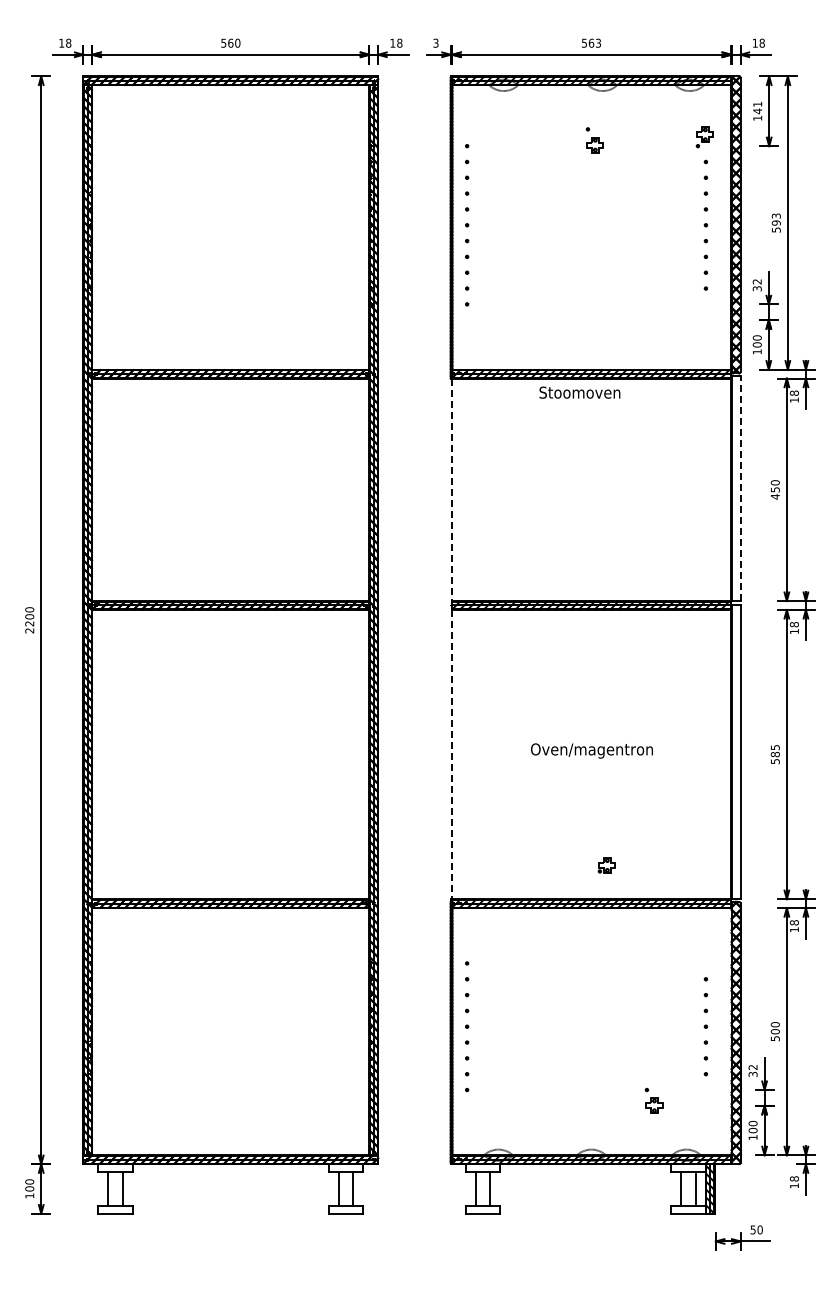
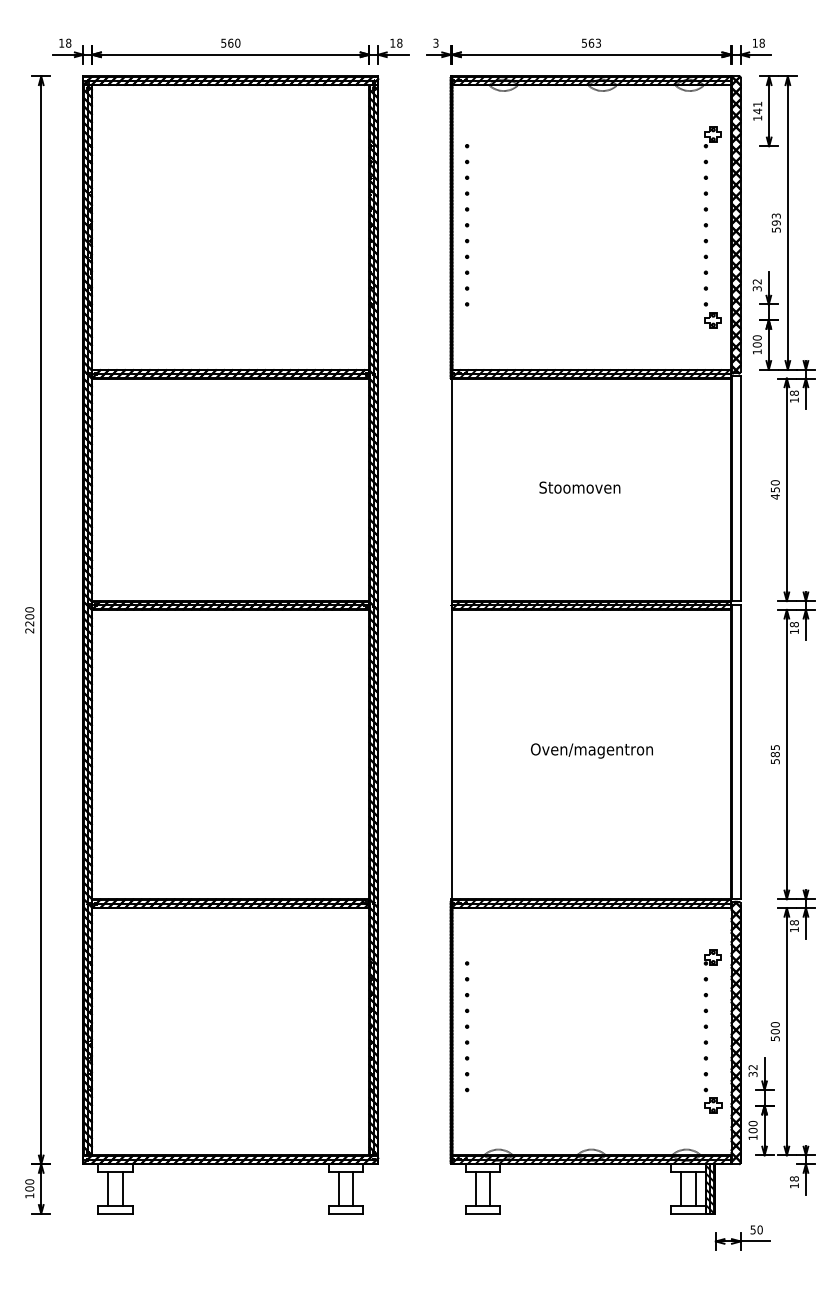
part at (704, 137) position: (704, 137) -> (712, 137)
part at (594, 140) position: (594, 140) -> (712, 315)
text at (579, 392) position: (579, 392) -> (579, 487)
line at (740, 488): dashed -> solid
line at (452, 639): dashed -> solid
part at (606, 865) position: (606, 865) -> (712, 957)
part at (653, 1100) position: (653, 1100) -> (712, 1100)
